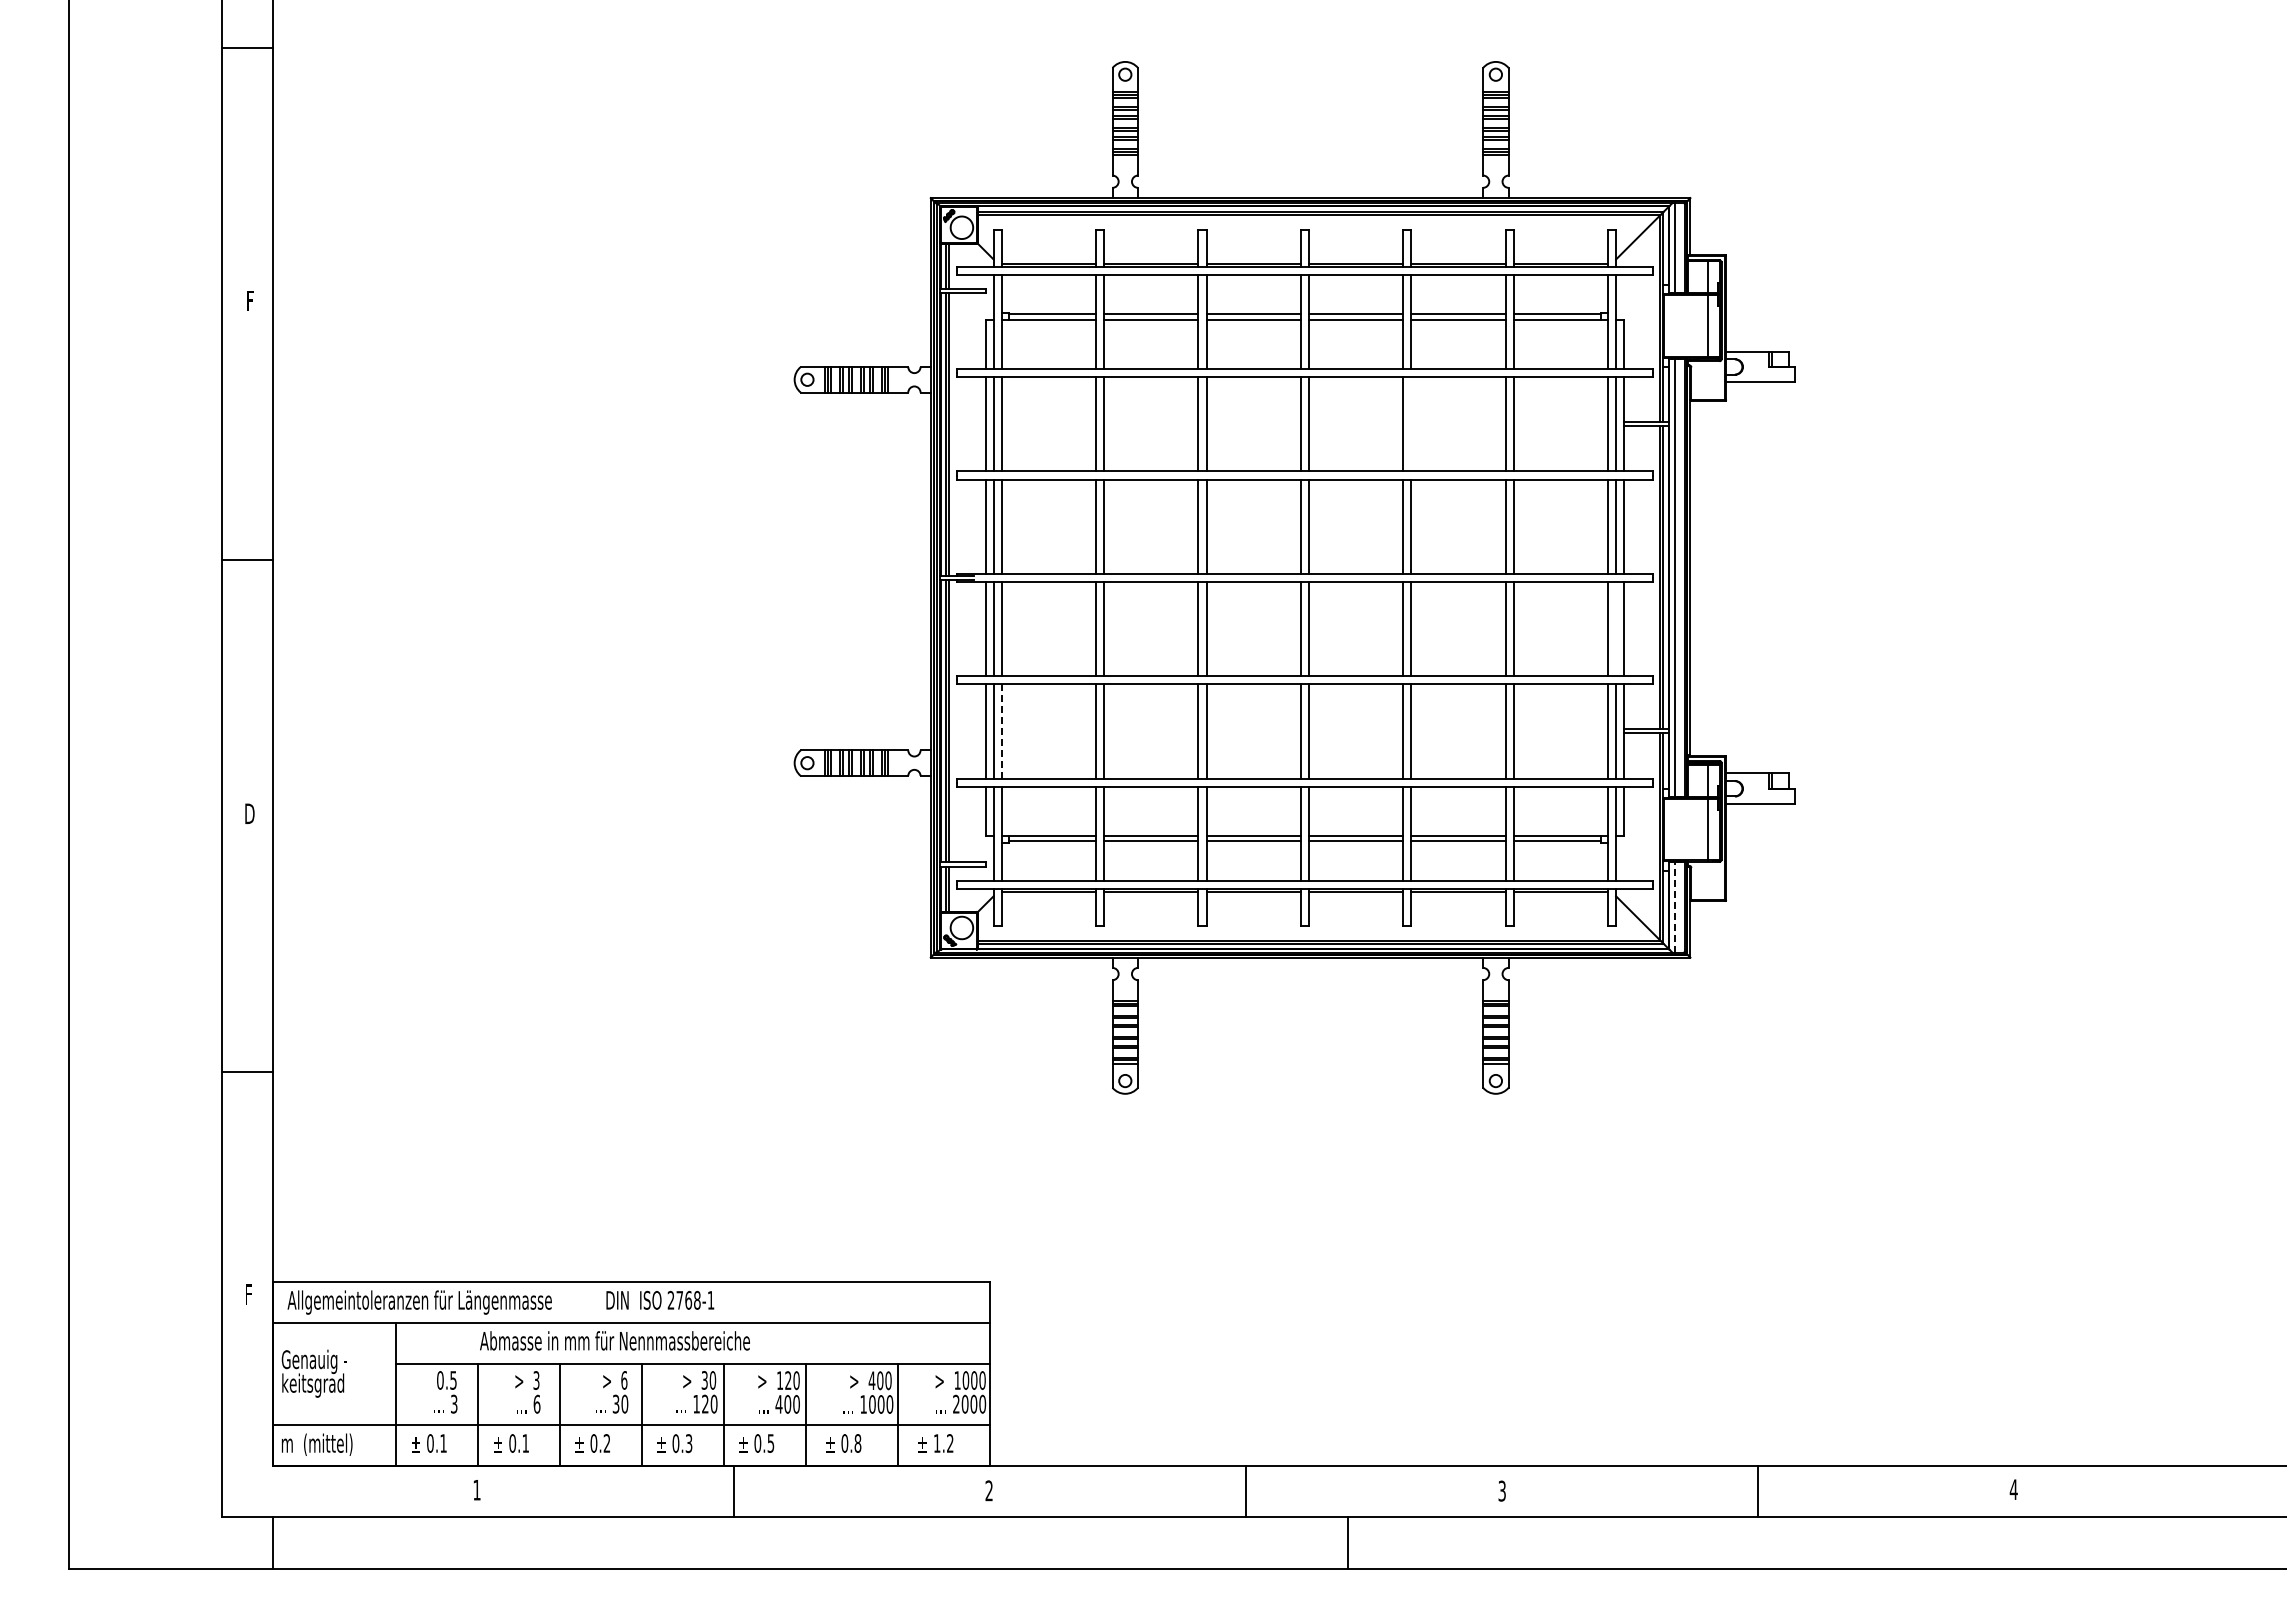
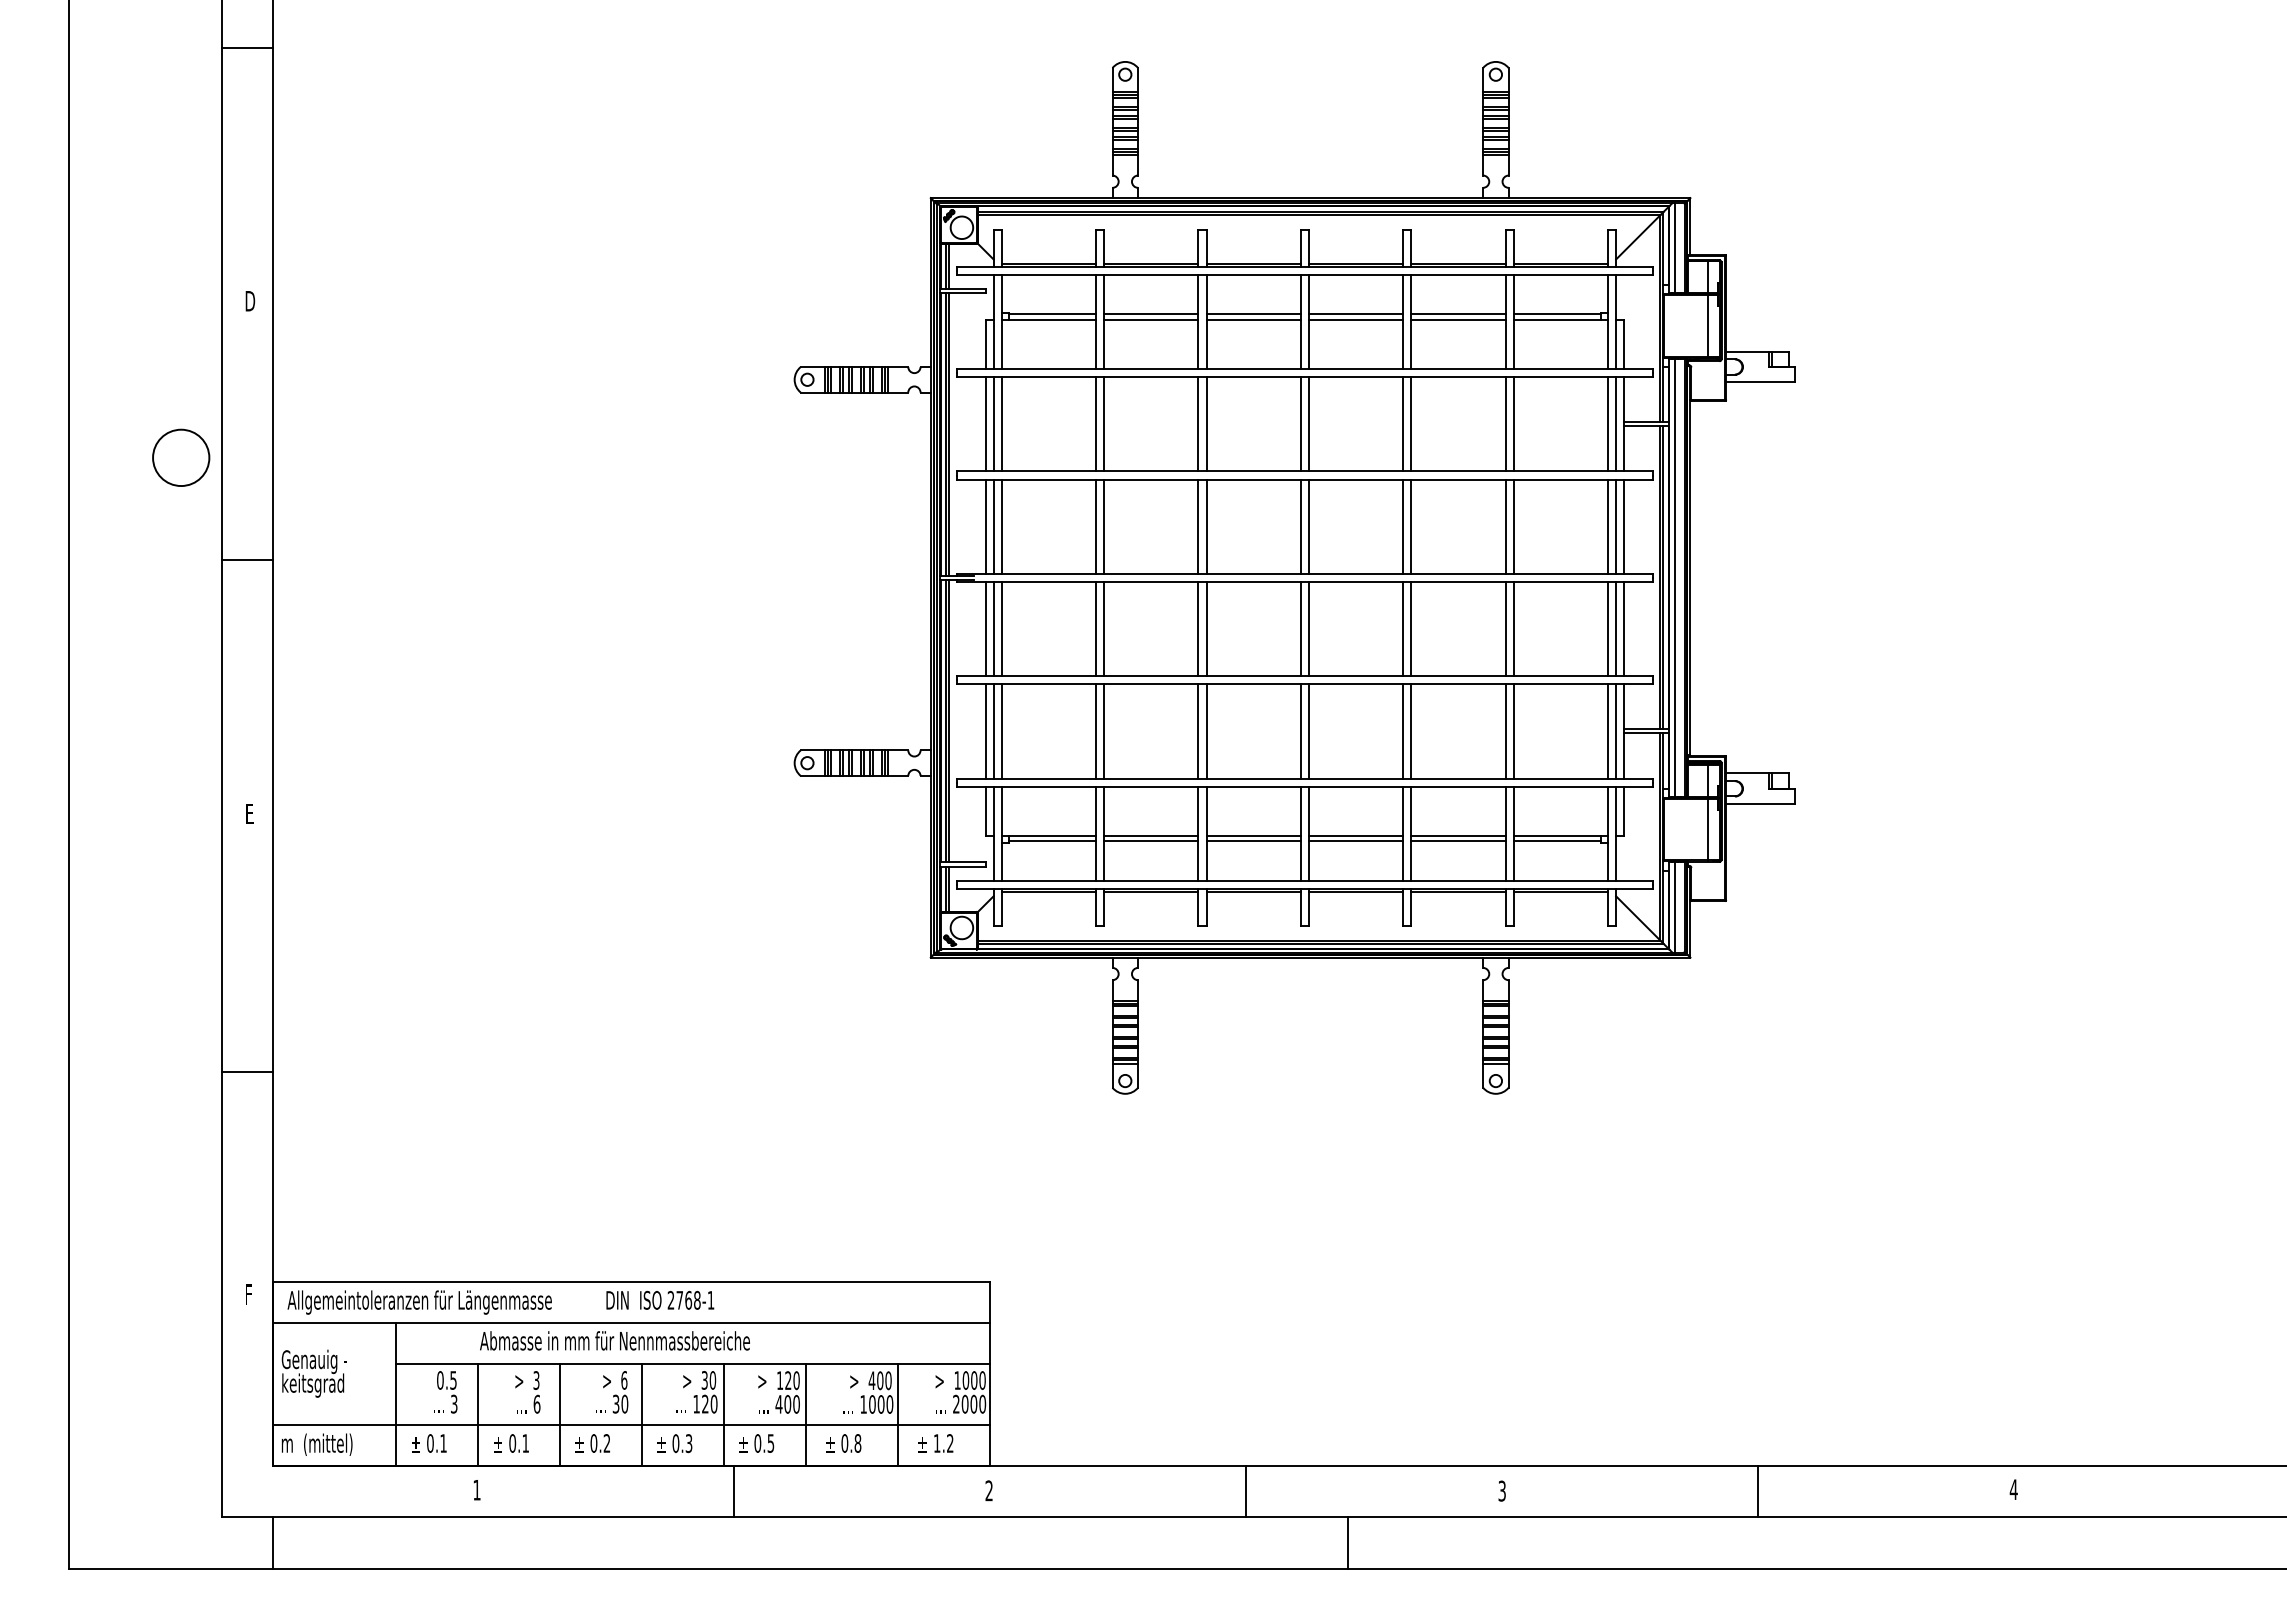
text at (250, 301): F -> D
line at (1411, 424): none -> present
circle at (181, 457): none -> present
line at (1616, 628): none -> present
line at (1001, 730): dashed -> solid
text at (249, 813): D -> E
line at (1675, 907): dashed -> solid
